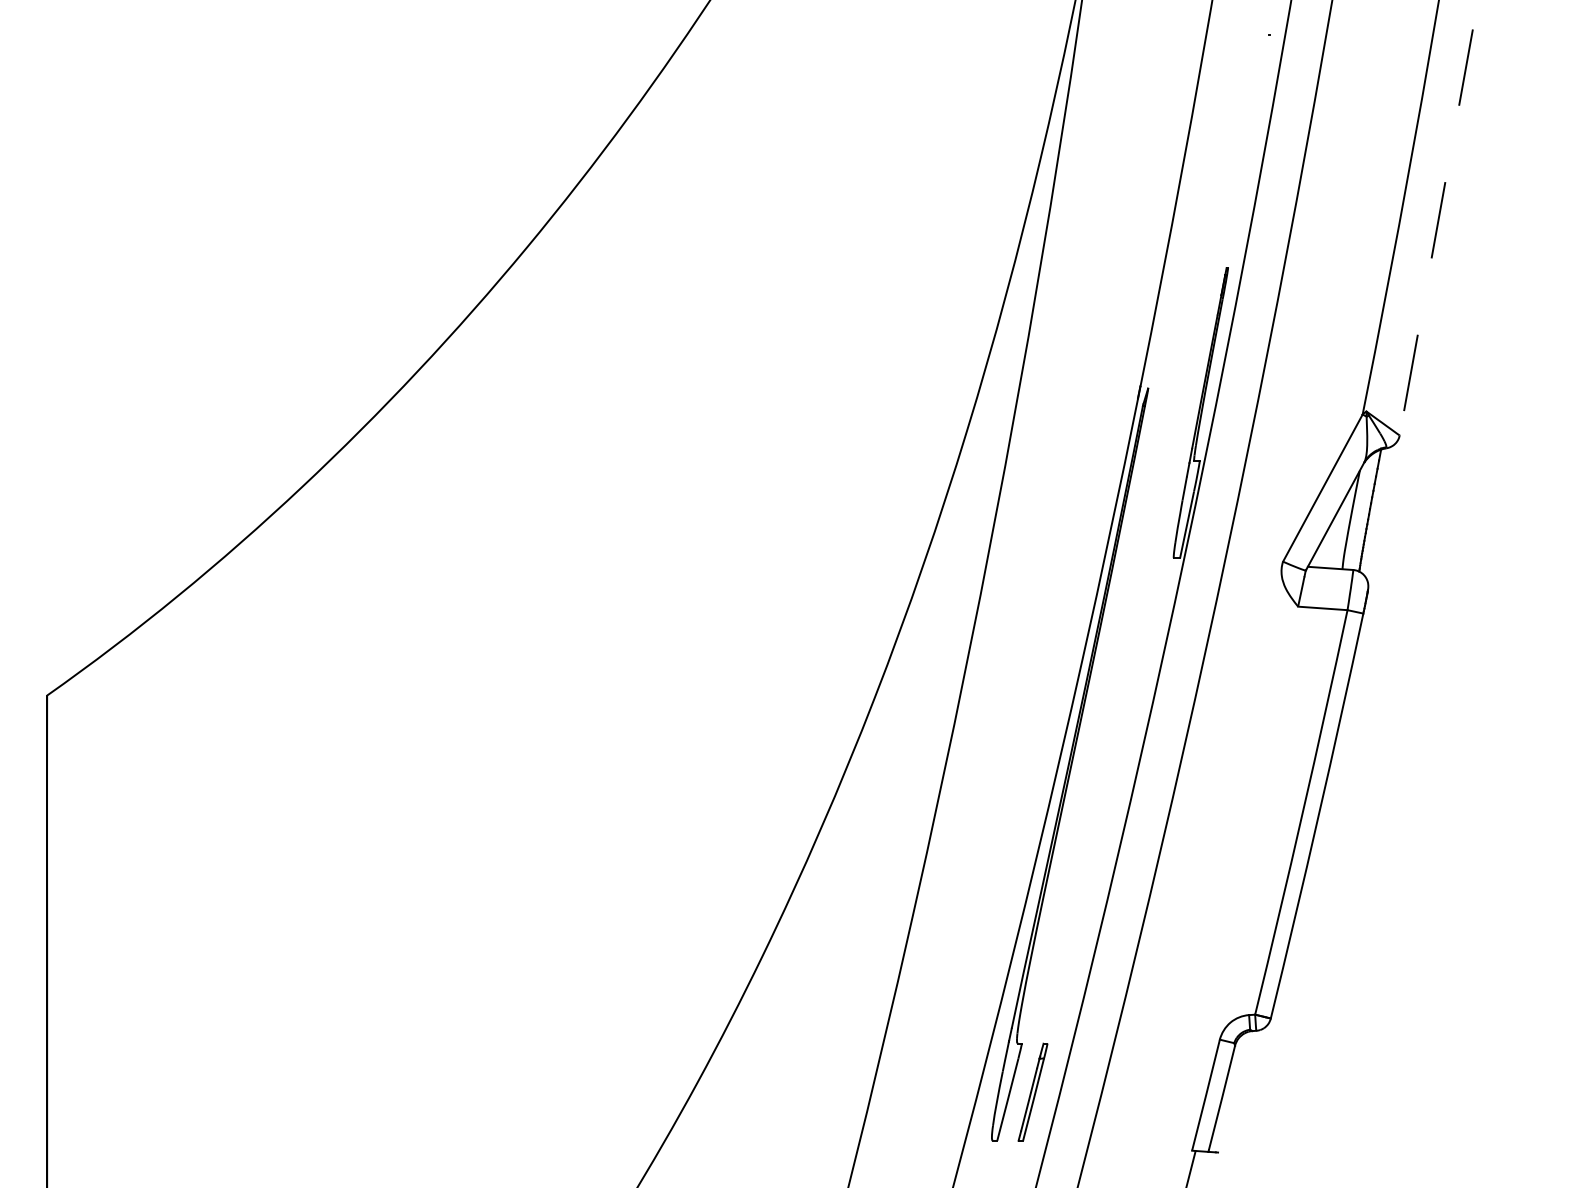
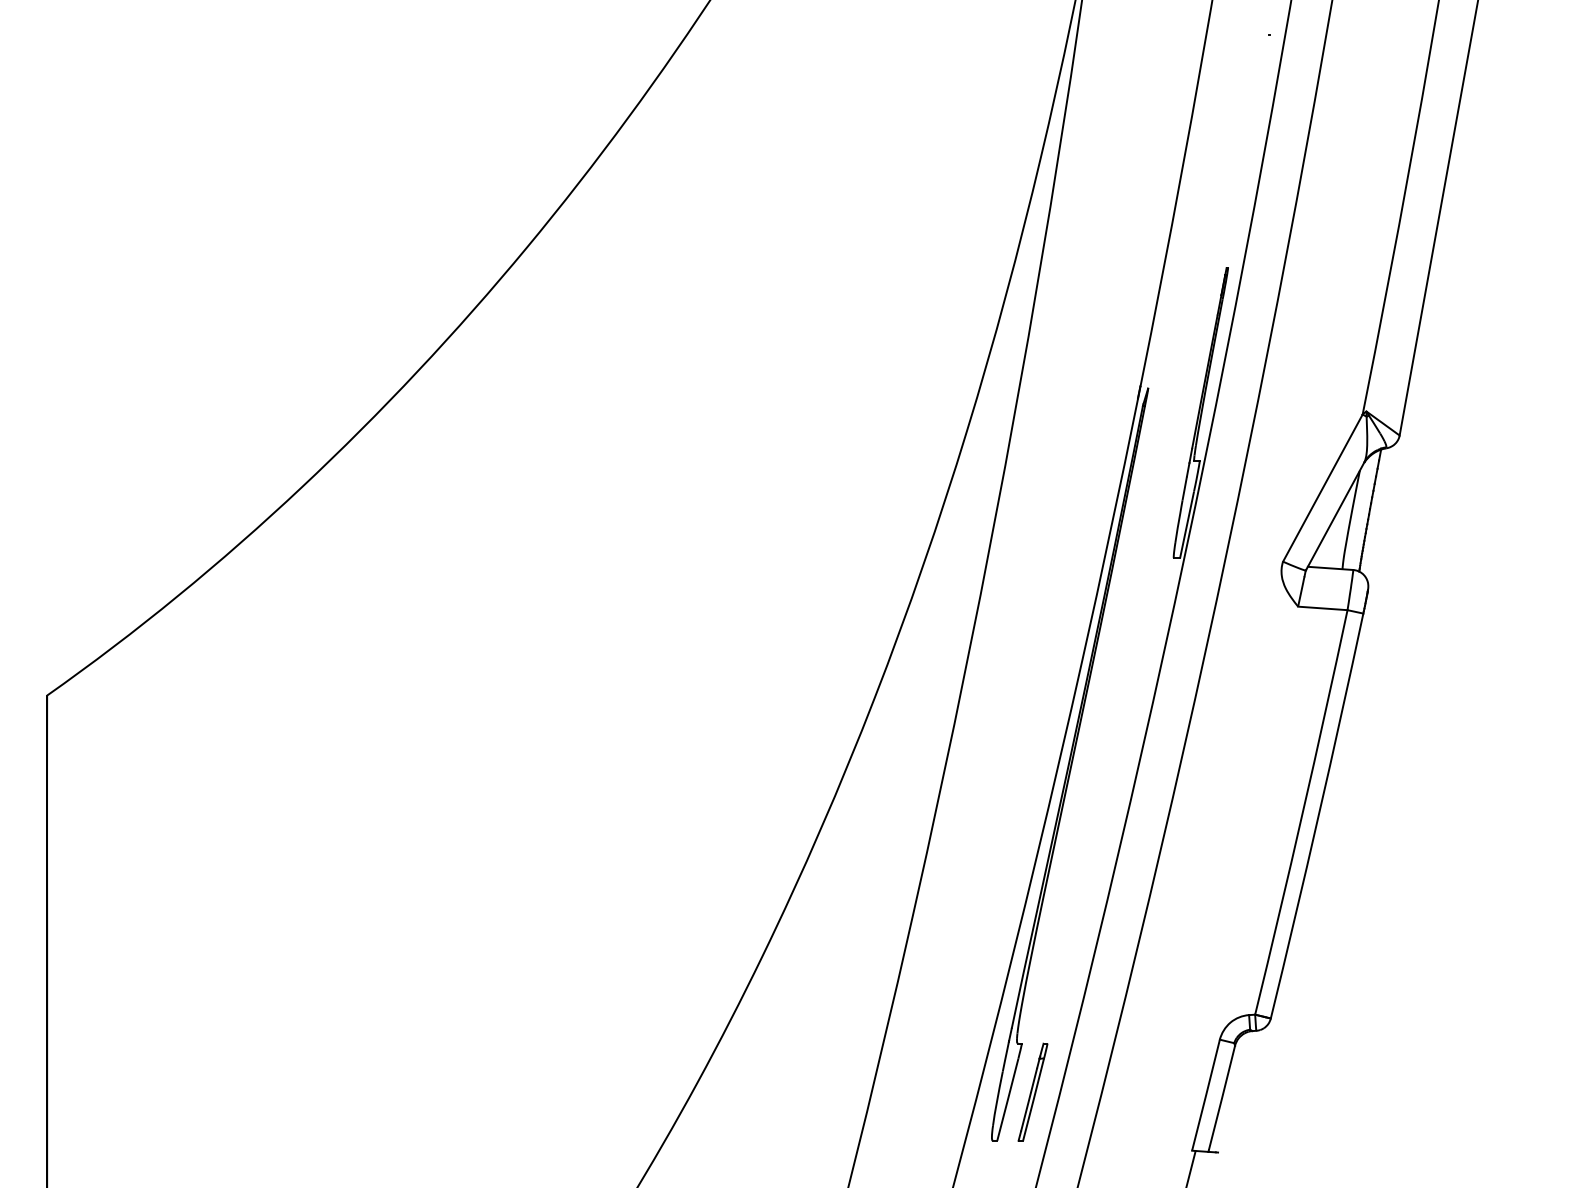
line at (1438, 218): dashed -> solid
